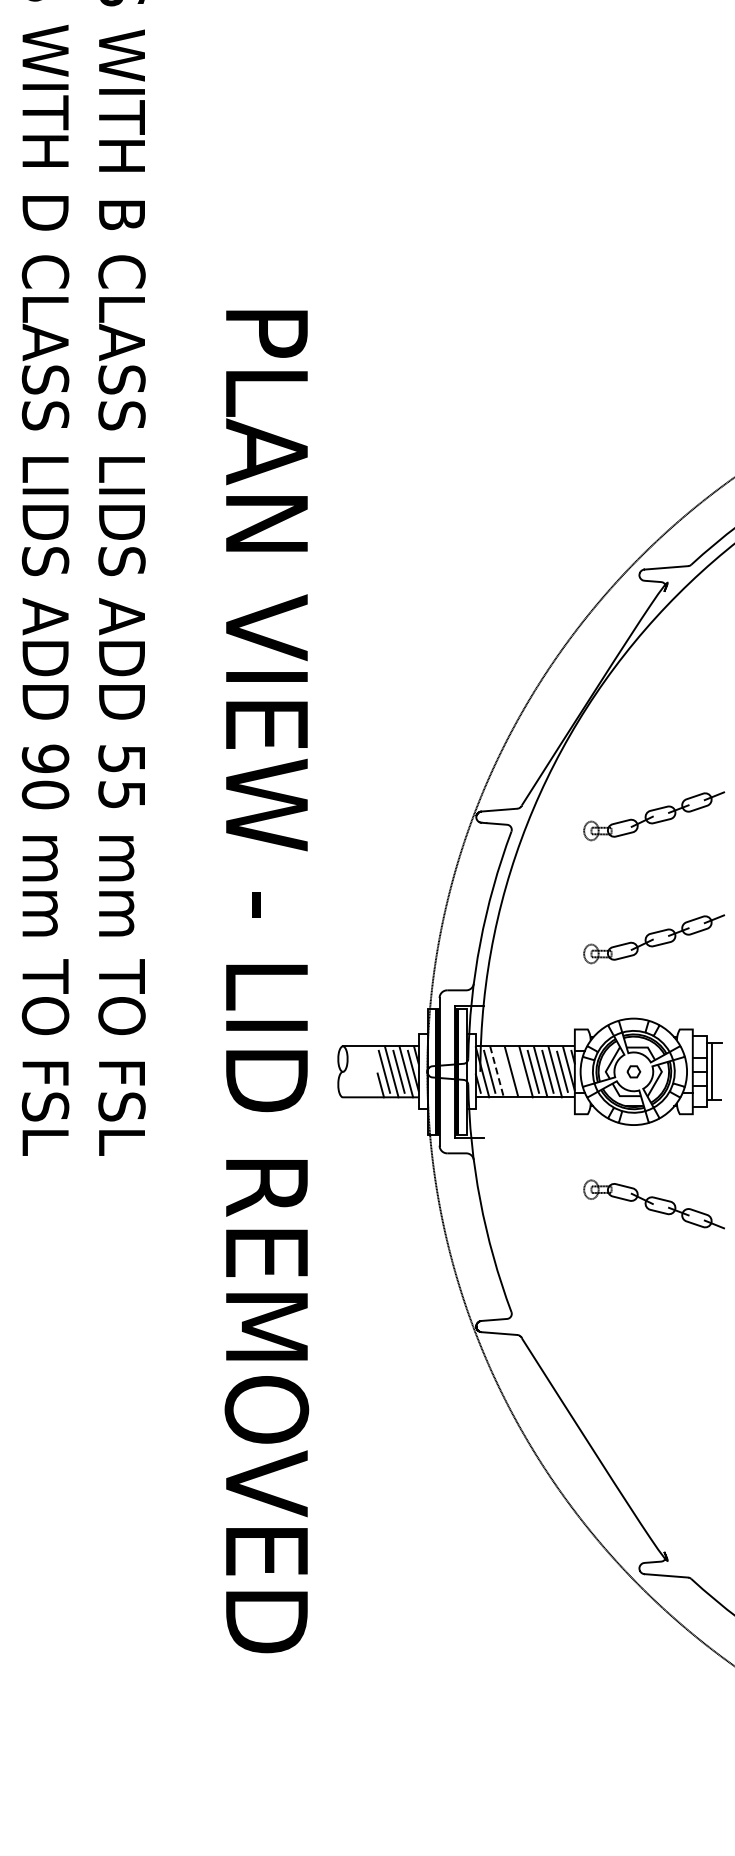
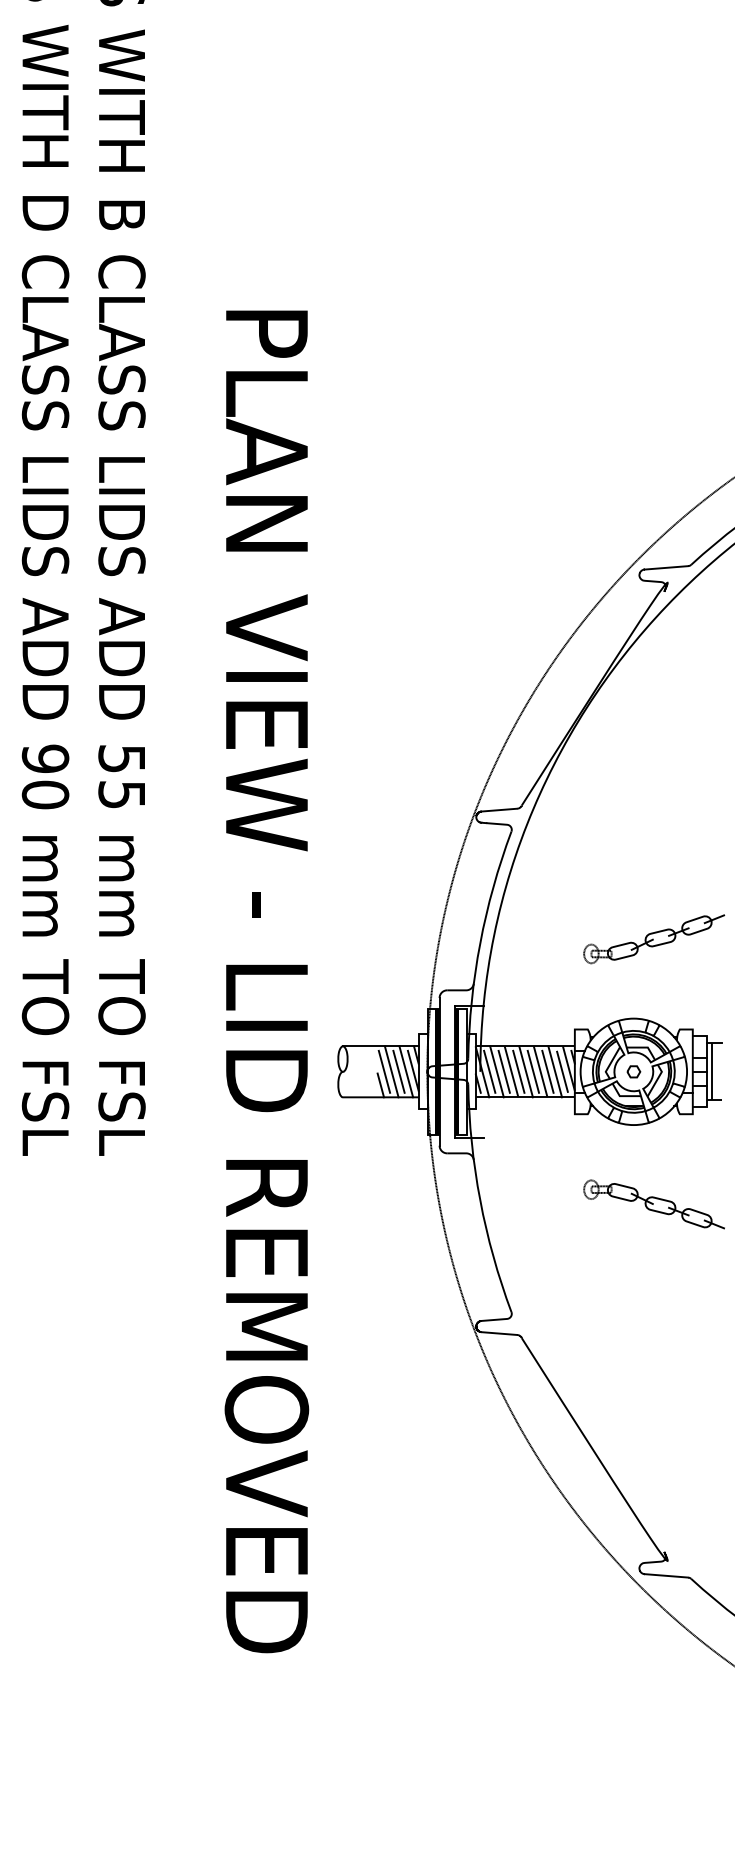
part at (654, 816): present -> none
line at (503, 1071): none -> present
line at (518, 1071): none -> present
line at (497, 1072): dashed -> solid
